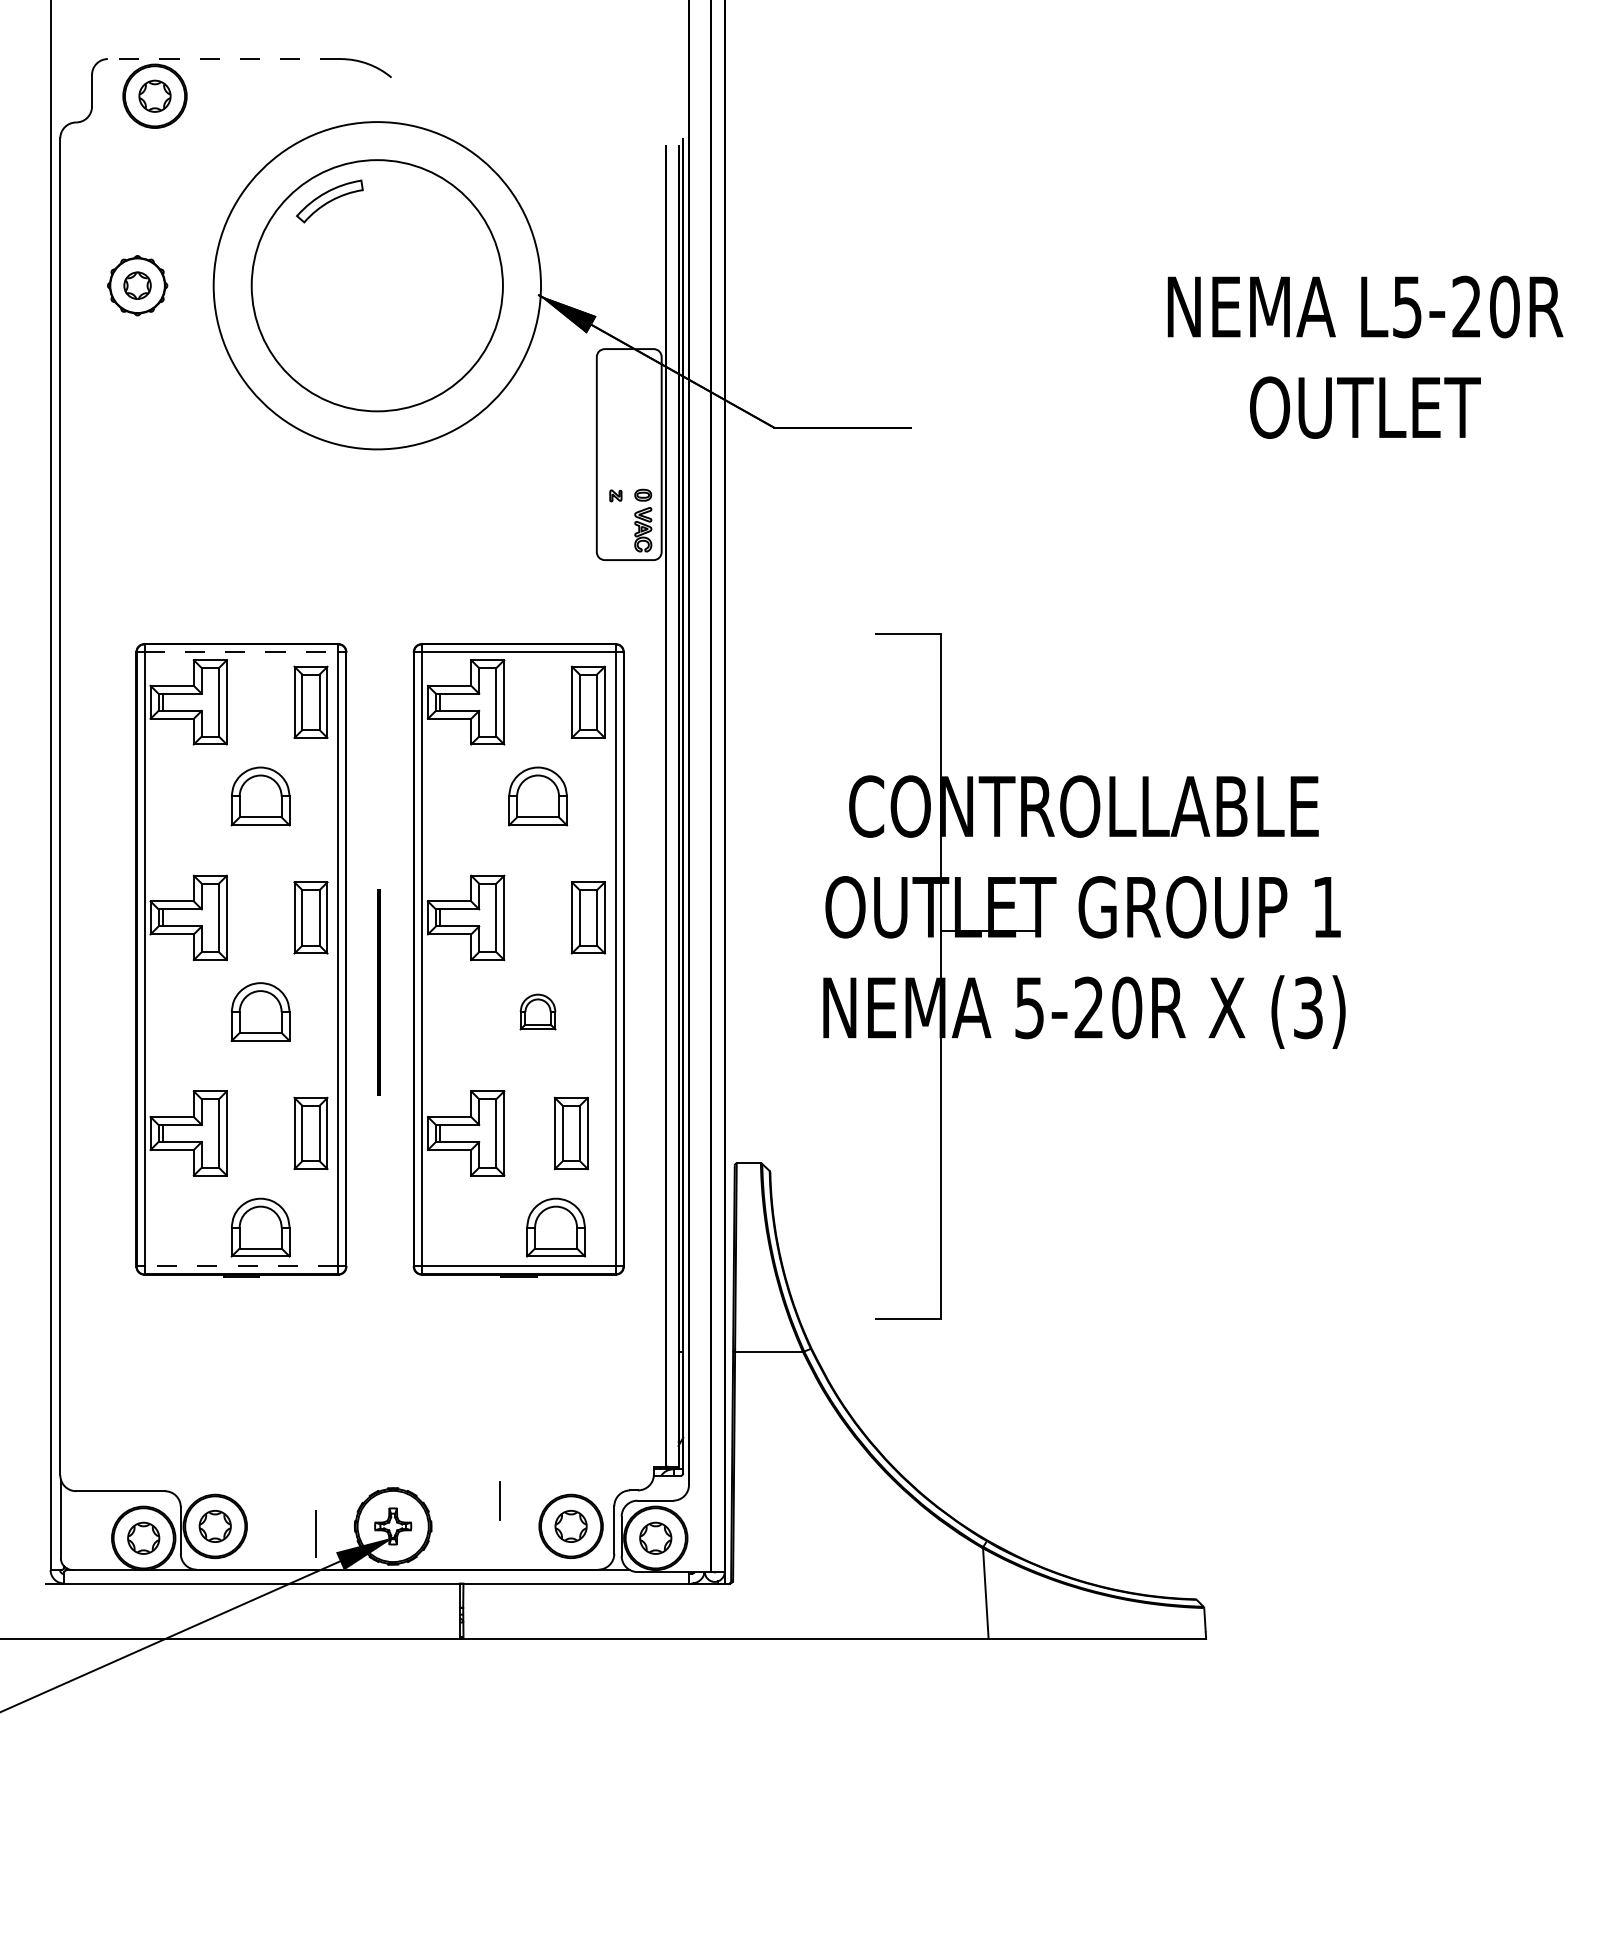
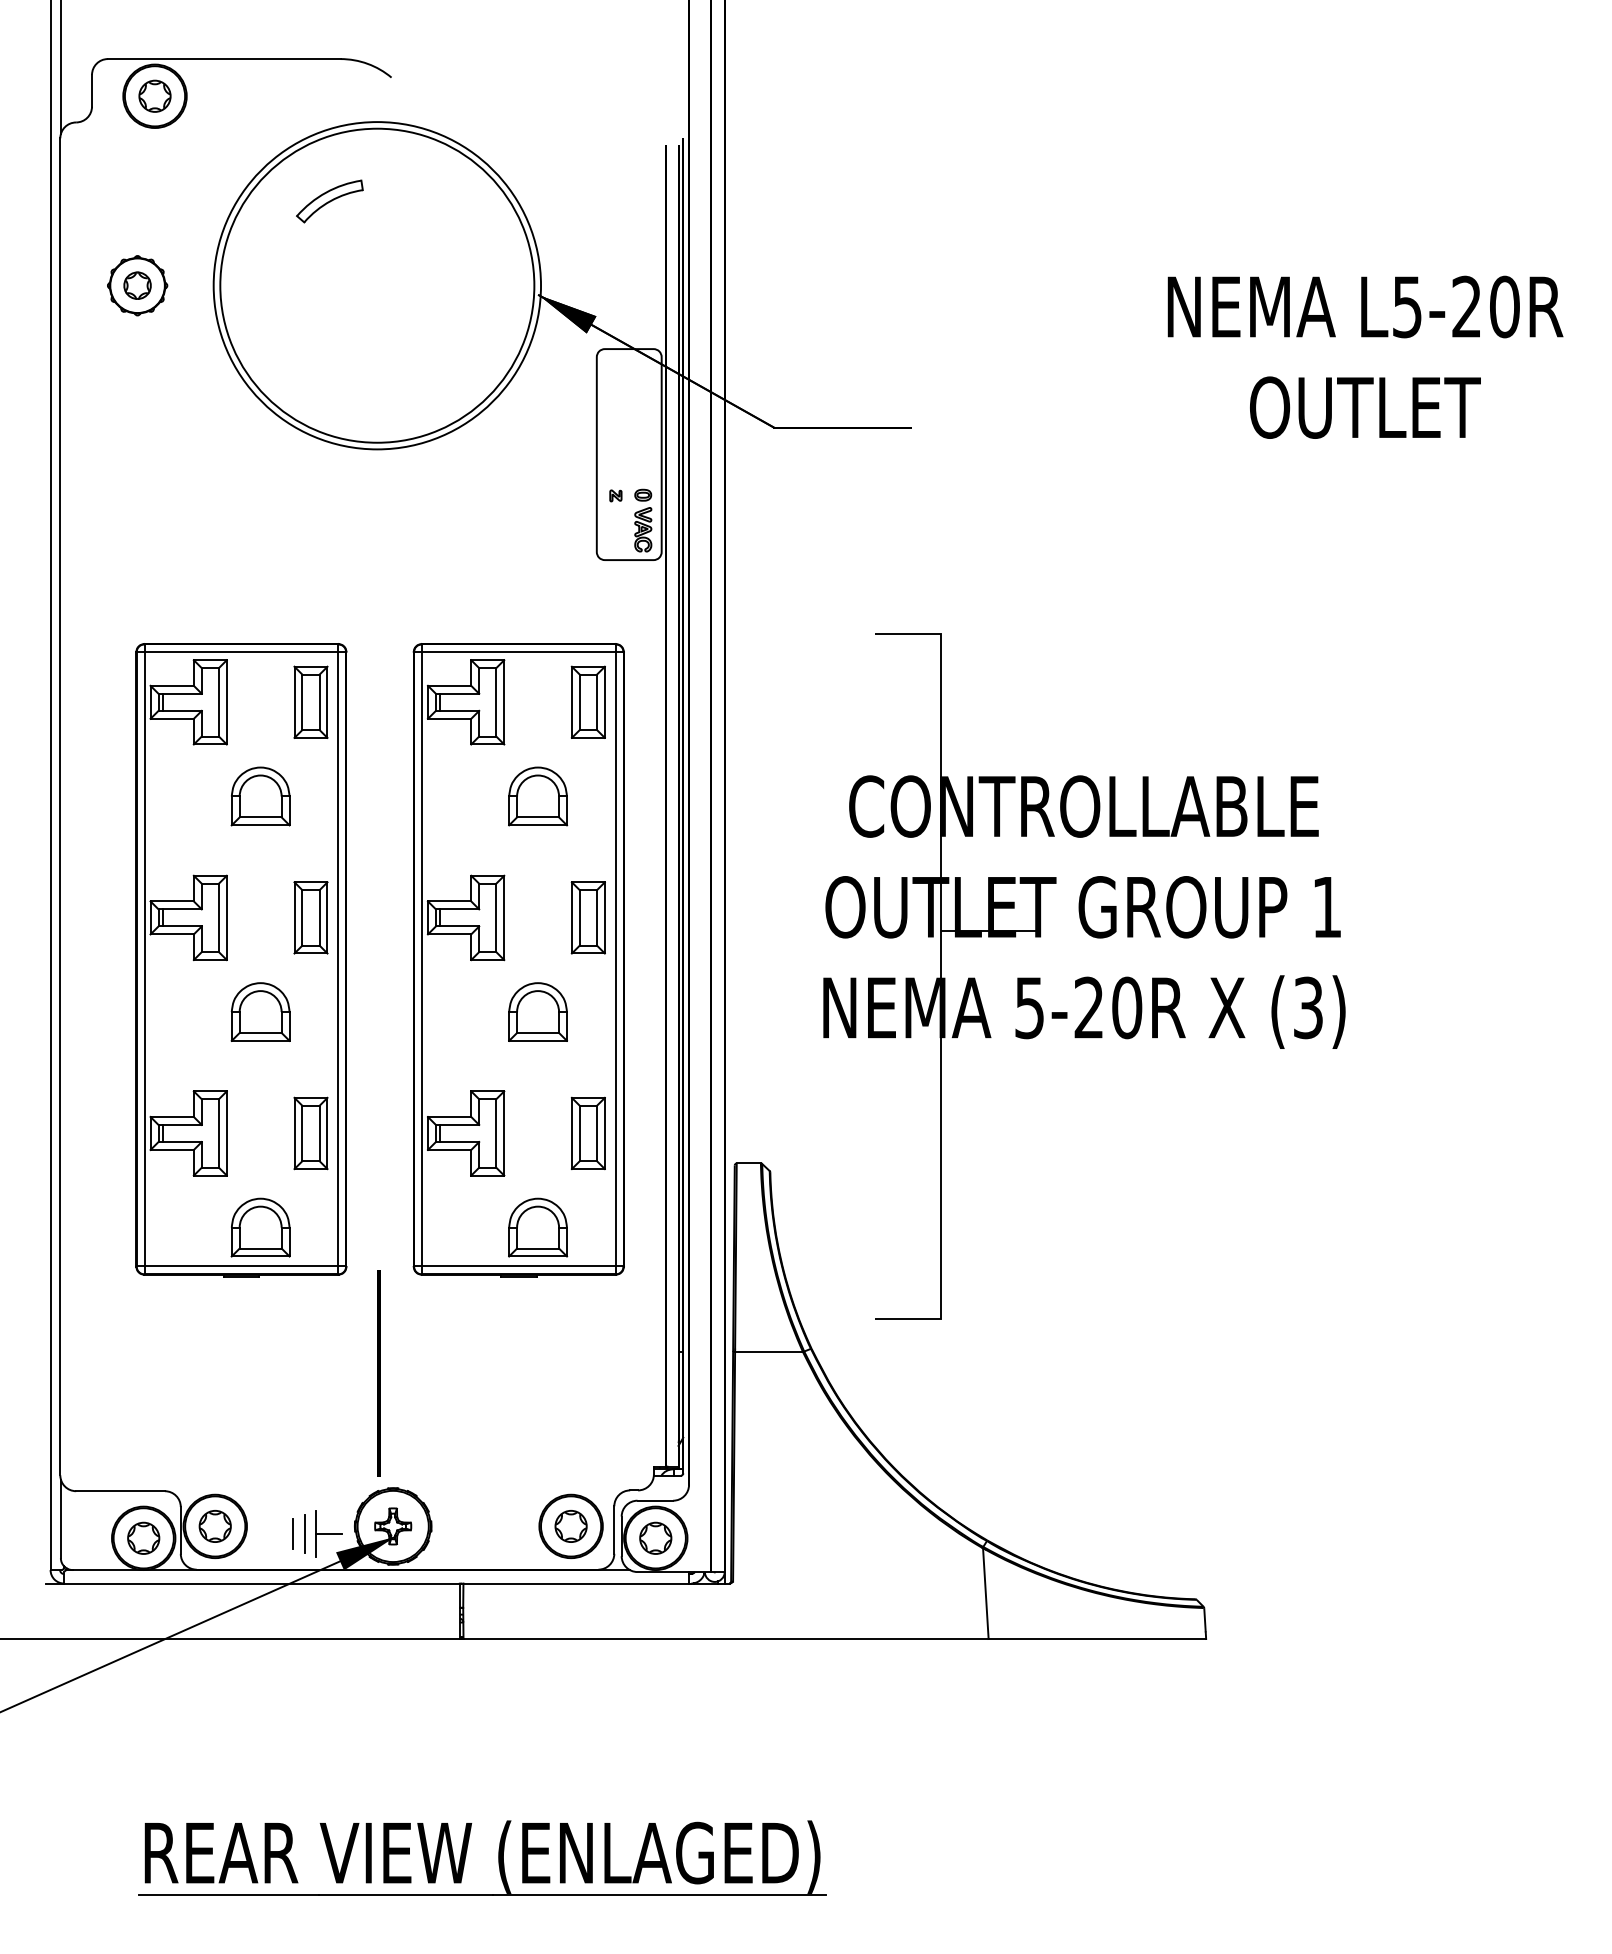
line at (223, 59): dashed -> solid
line at (60, 68): none -> present
circle at (376, 285) diameter: 251 px -> 314 px
line at (241, 652): dashed -> solid
line at (378, 992) position: (378, 992) -> (378, 1373)
part at (537, 1011) size: 38x38 px -> 60x60 px
part at (570, 1133) position: (570, 1133) -> (587, 1133)
part at (556, 1227) position: (556, 1227) -> (538, 1227)
line at (241, 1266): dashed -> solid
line at (499, 1500) position: (499, 1500) -> (304, 1533)
line at (292, 1533): none -> present
line at (328, 1534): none -> present
part at (498, 1857): none -> present
